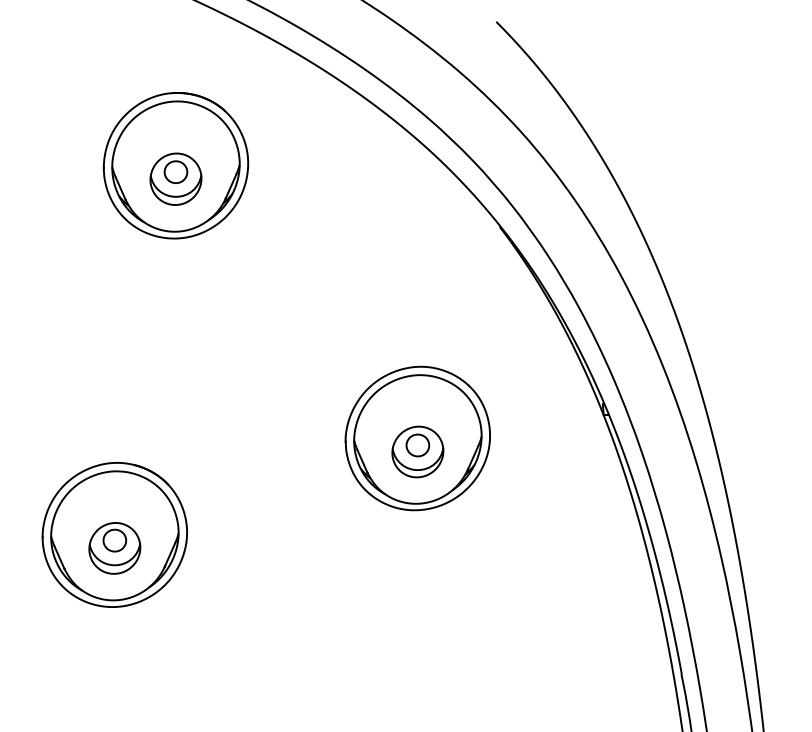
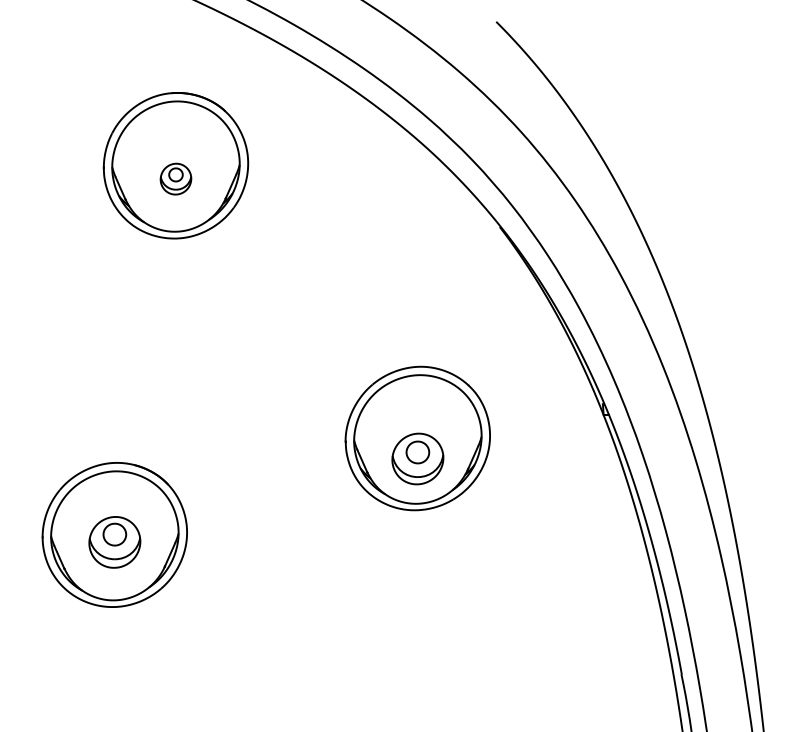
part at (175, 178) size: 54x54 px -> 34x34 px
part at (417, 451) position: (417, 451) -> (417, 458)
part at (114, 548) position: (114, 548) -> (114, 542)
